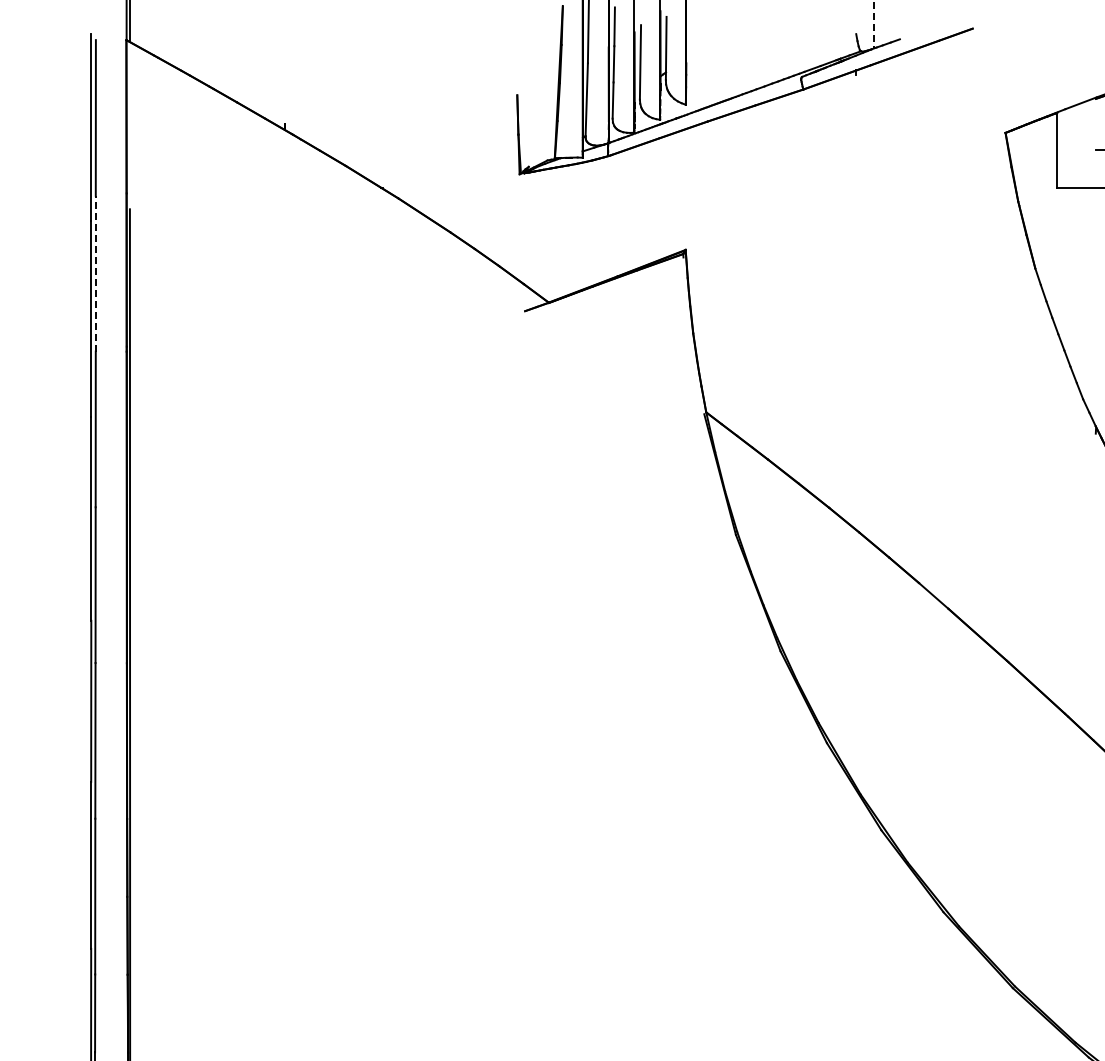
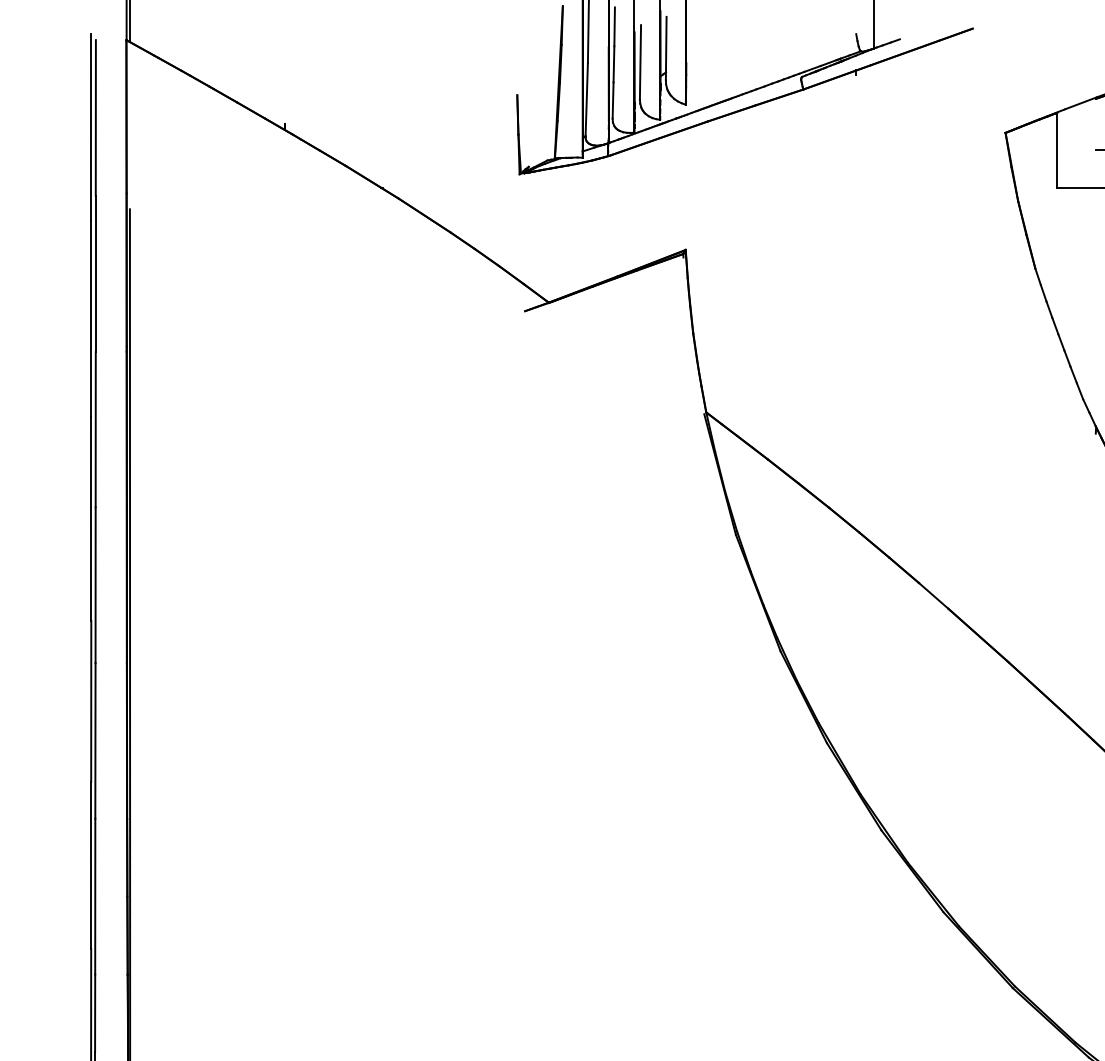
line at (873, 24): dashed -> solid
line at (95, 273): dashed -> solid
